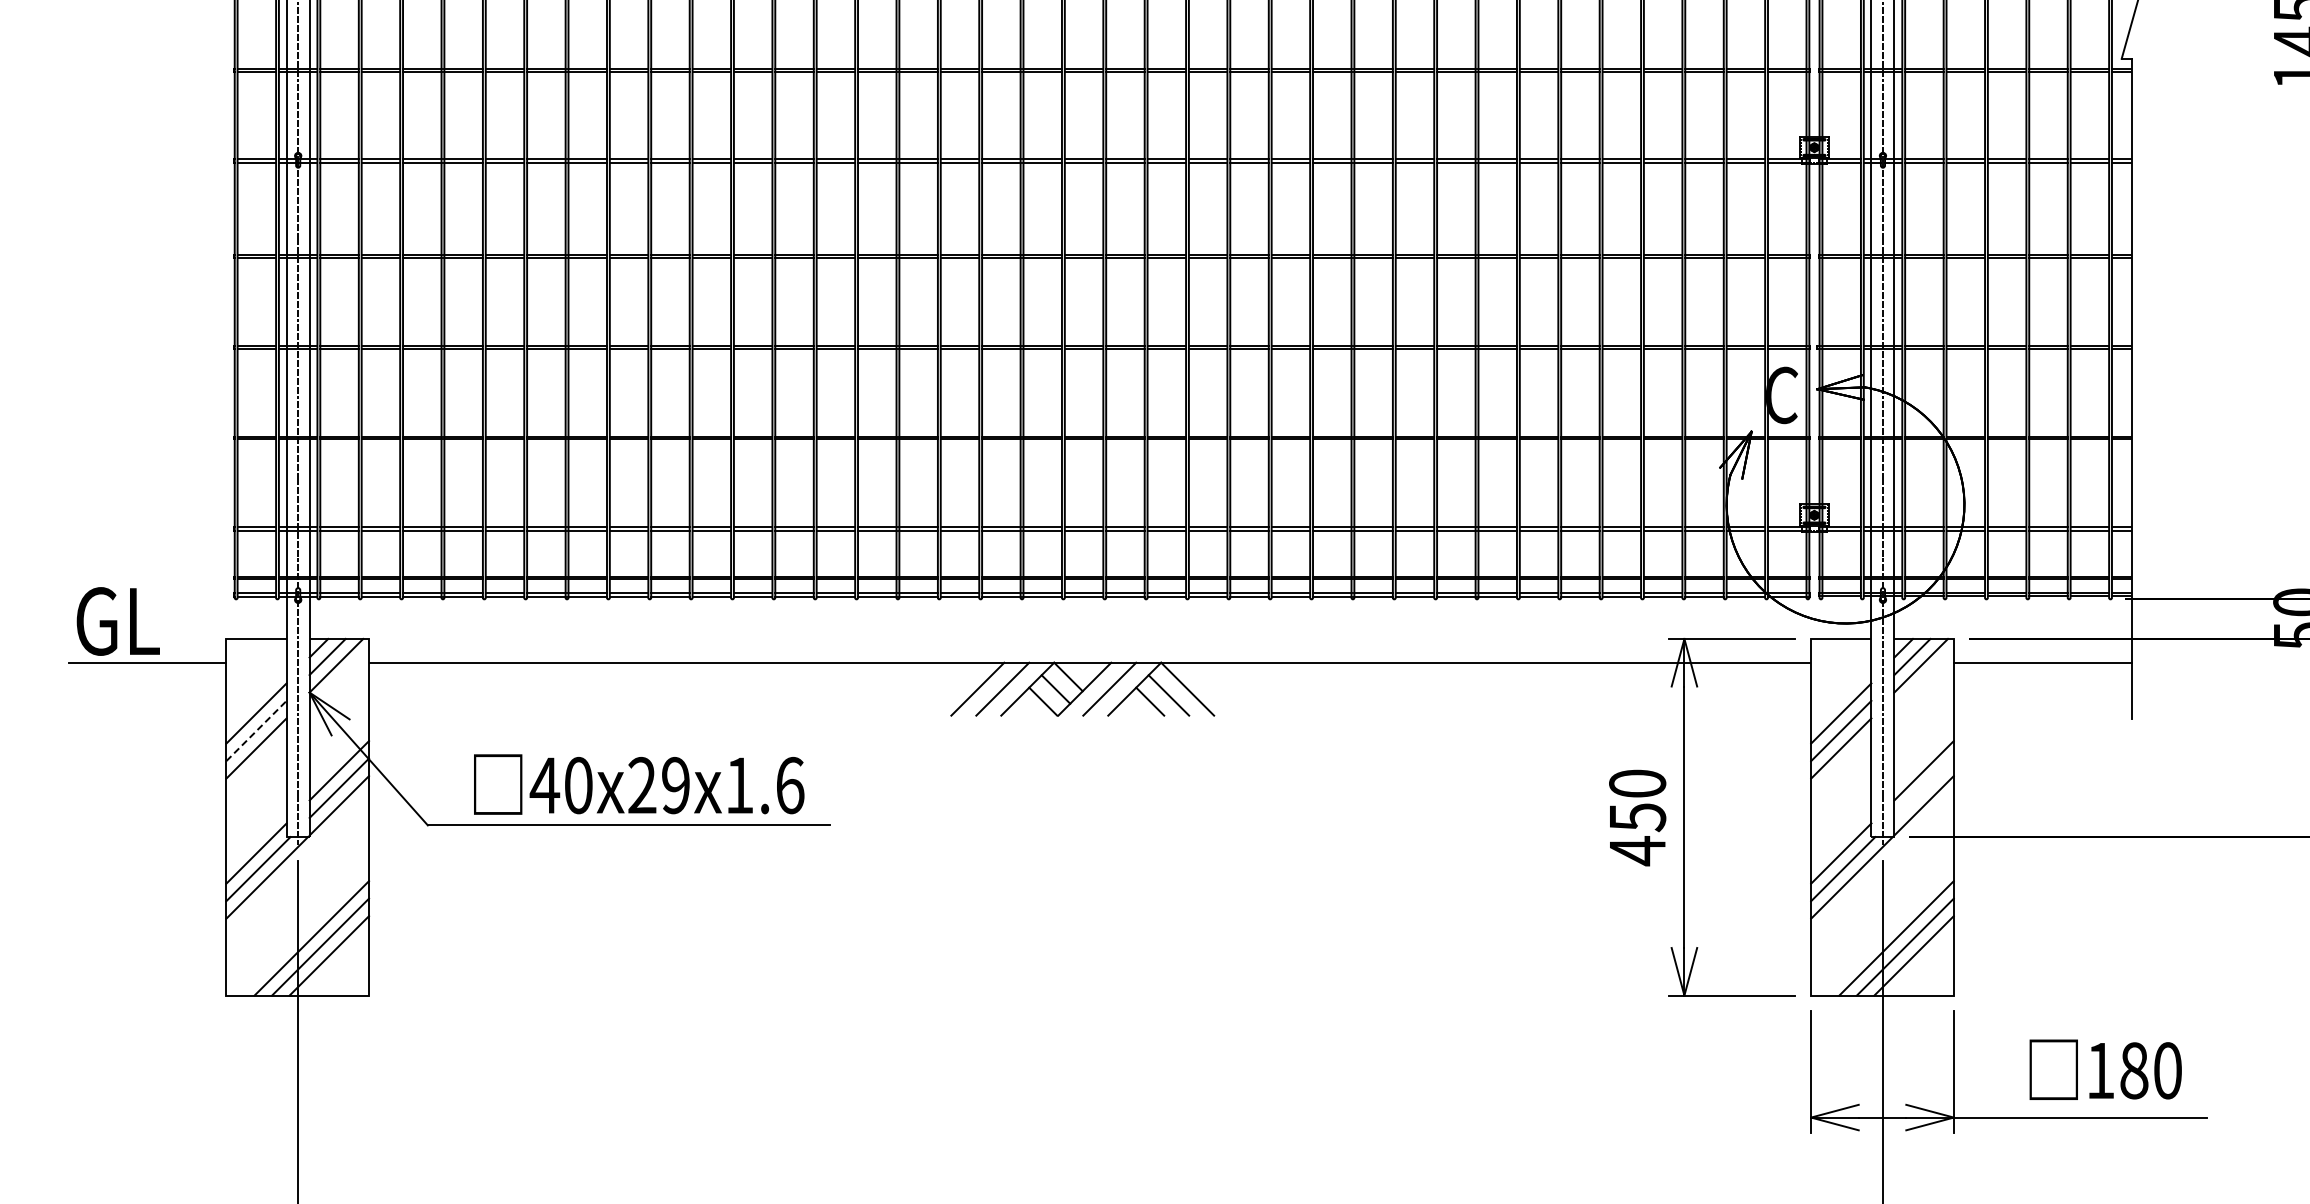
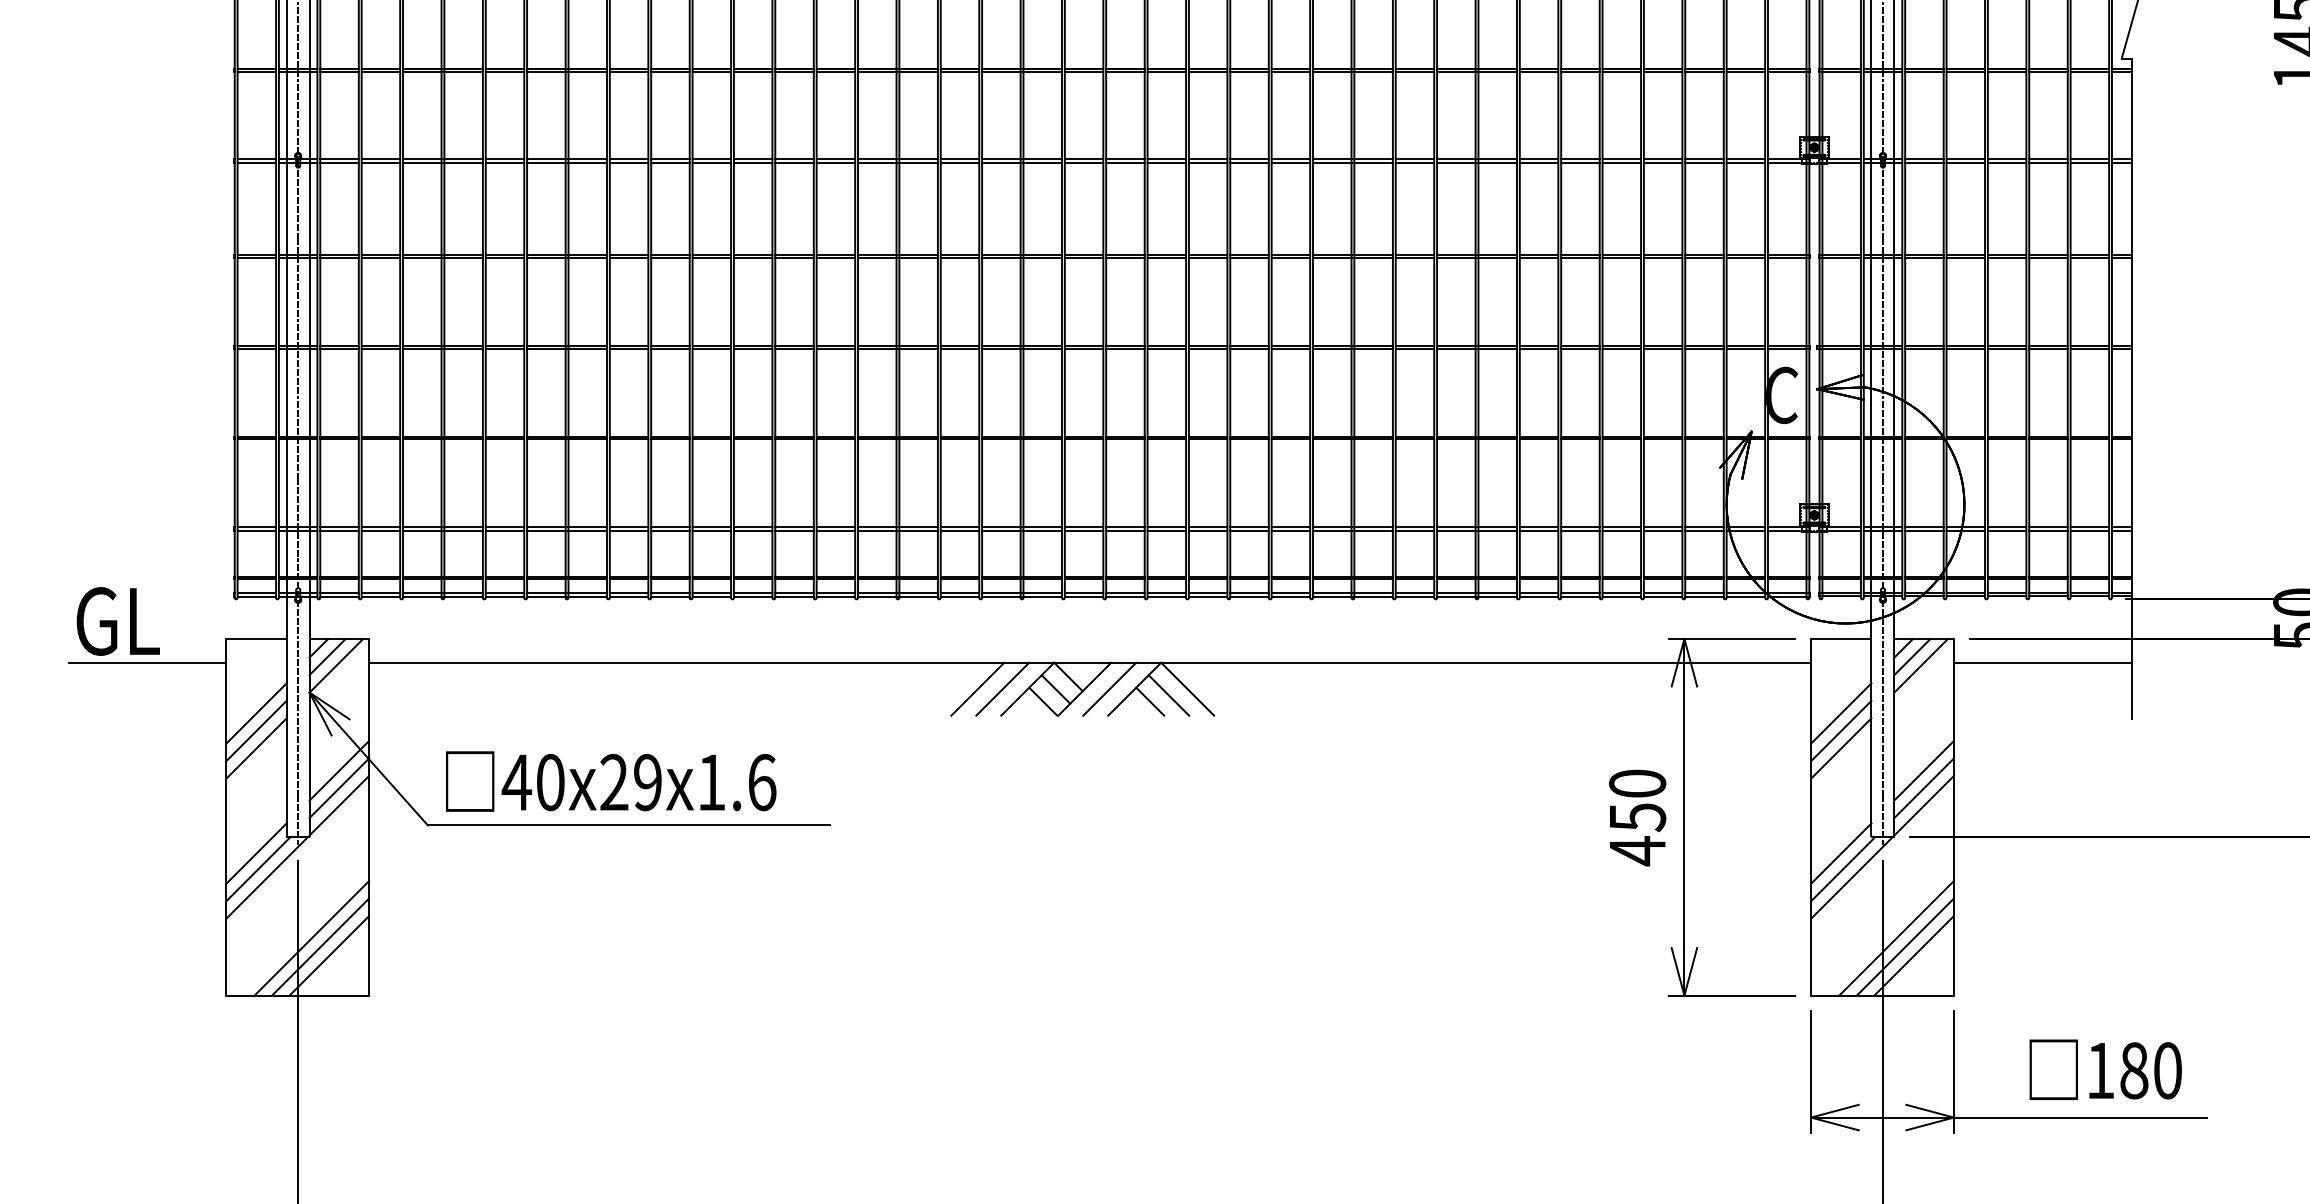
line at (256, 731): dashed -> solid
text at (639, 784) position: (639, 784) -> (611, 781)
line at (1923, 787): none -> present
